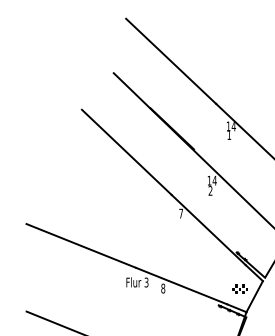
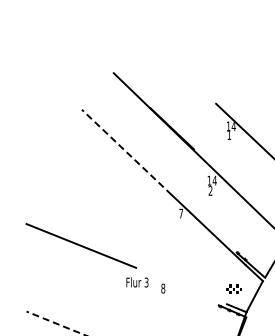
line at (171, 60): present -> none
line at (126, 152): solid -> dashed
line at (181, 285): present -> none
part at (239, 288) position: (239, 288) -> (233, 288)
line at (56, 323): solid -> dashed
